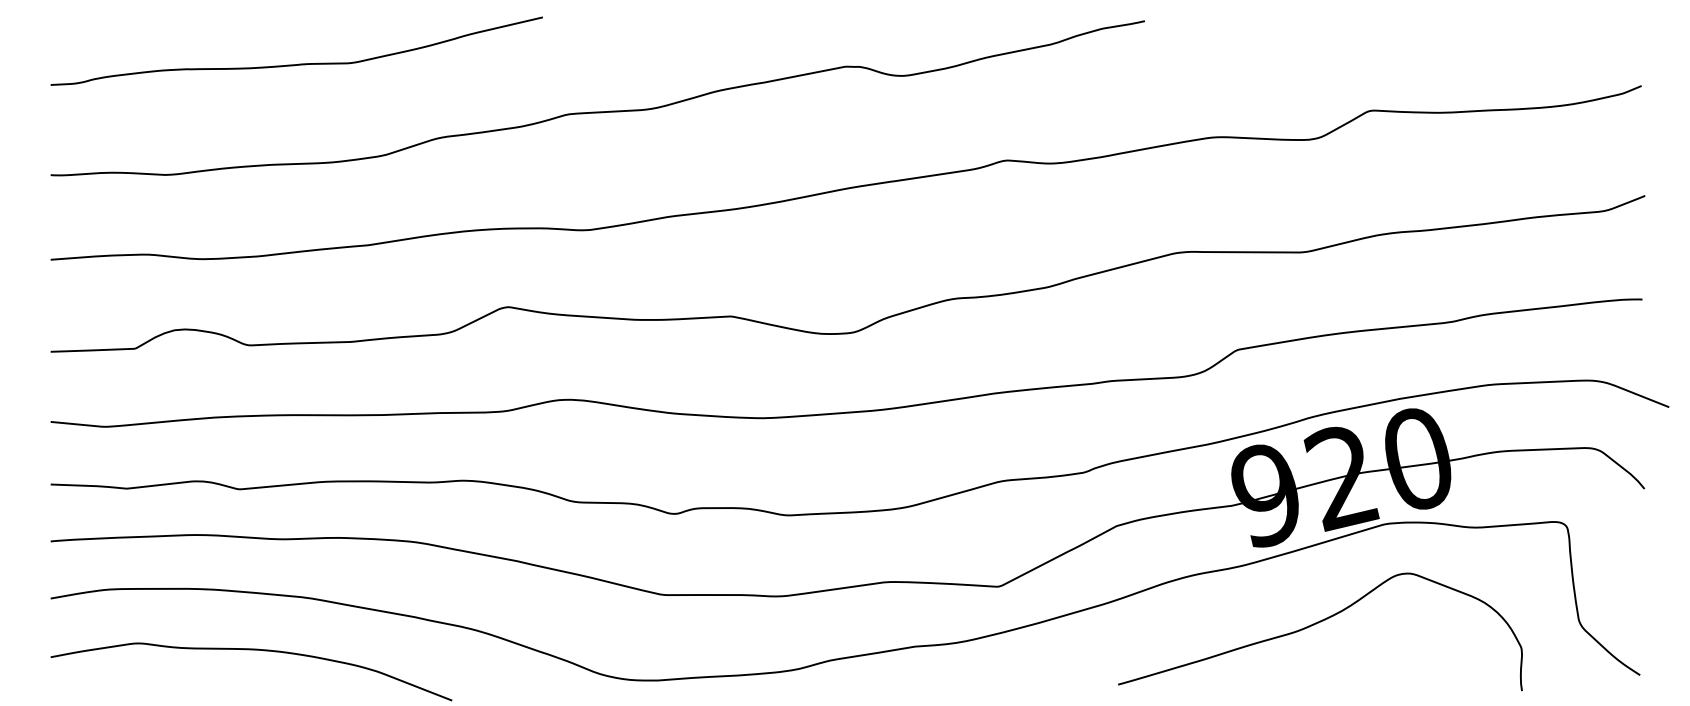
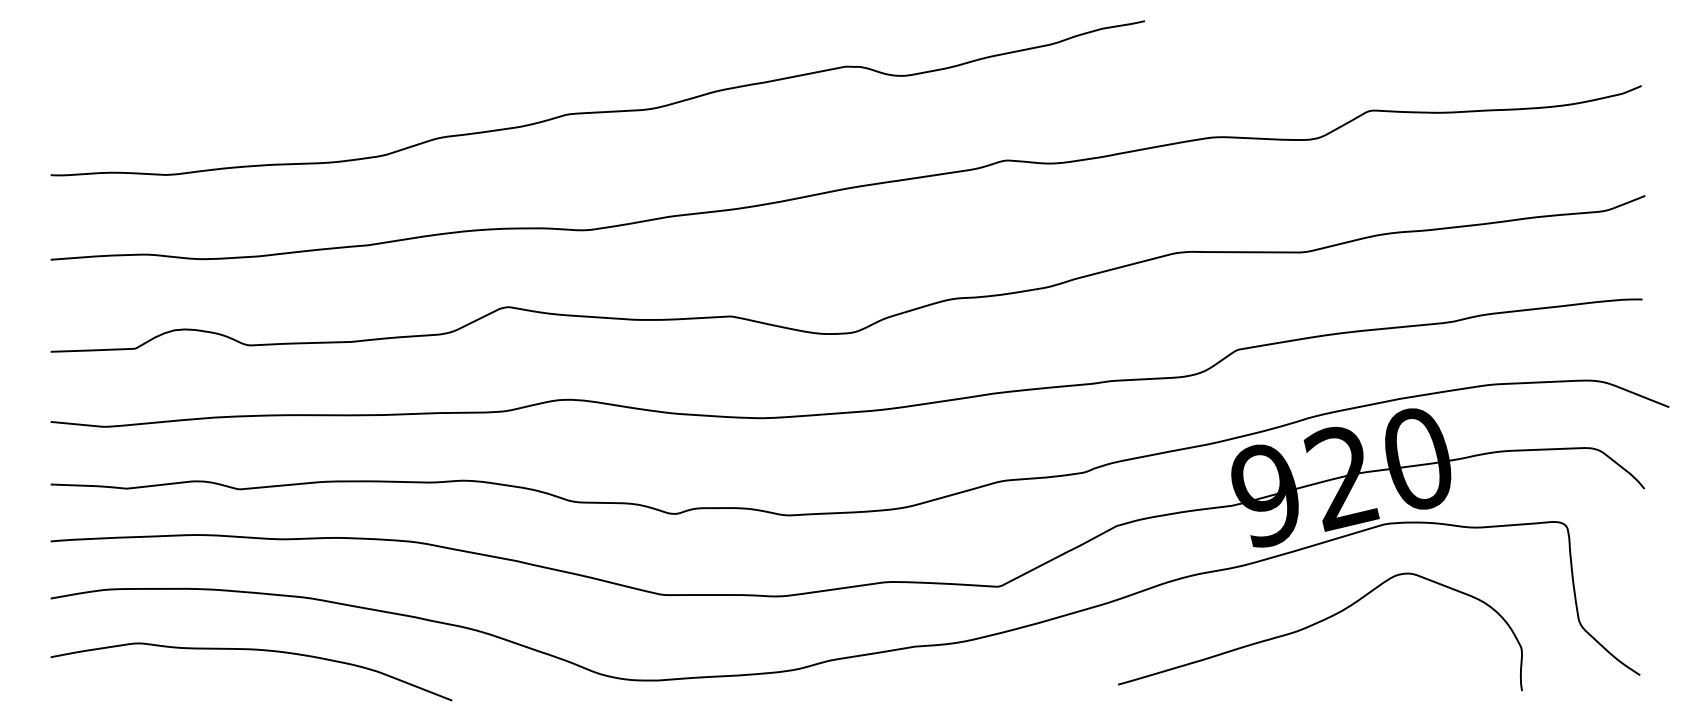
curve at (298, 63): present -> none
